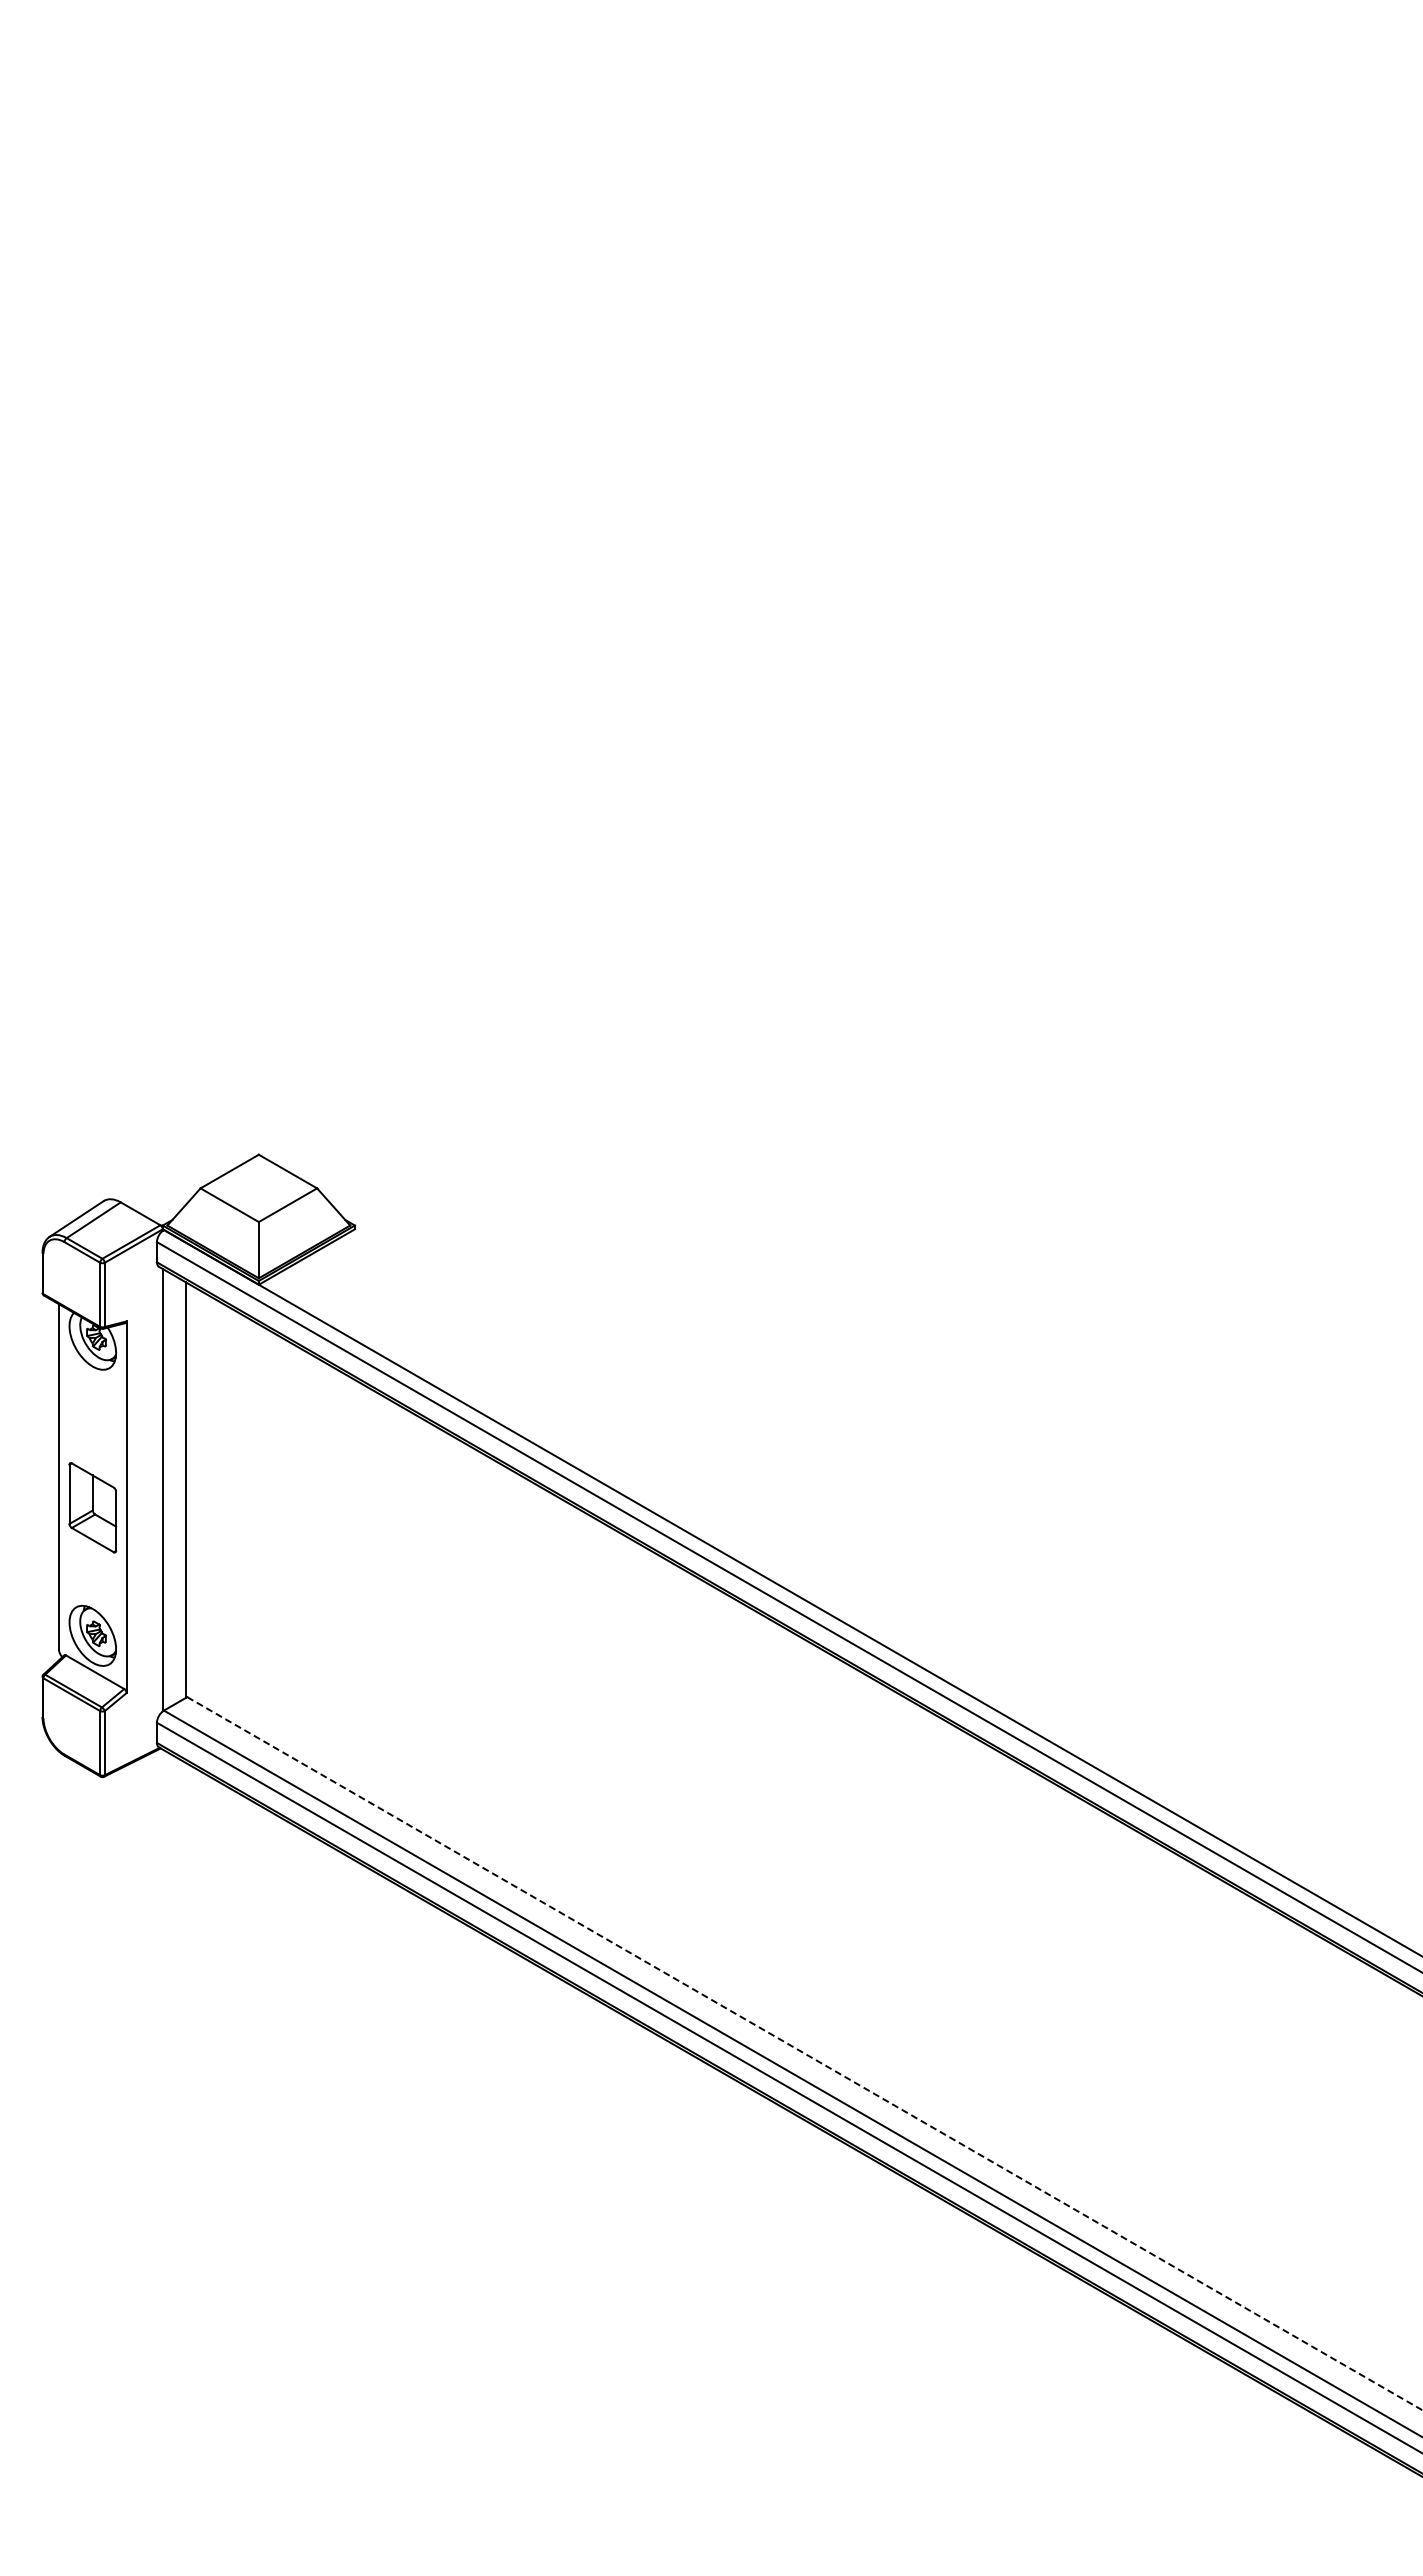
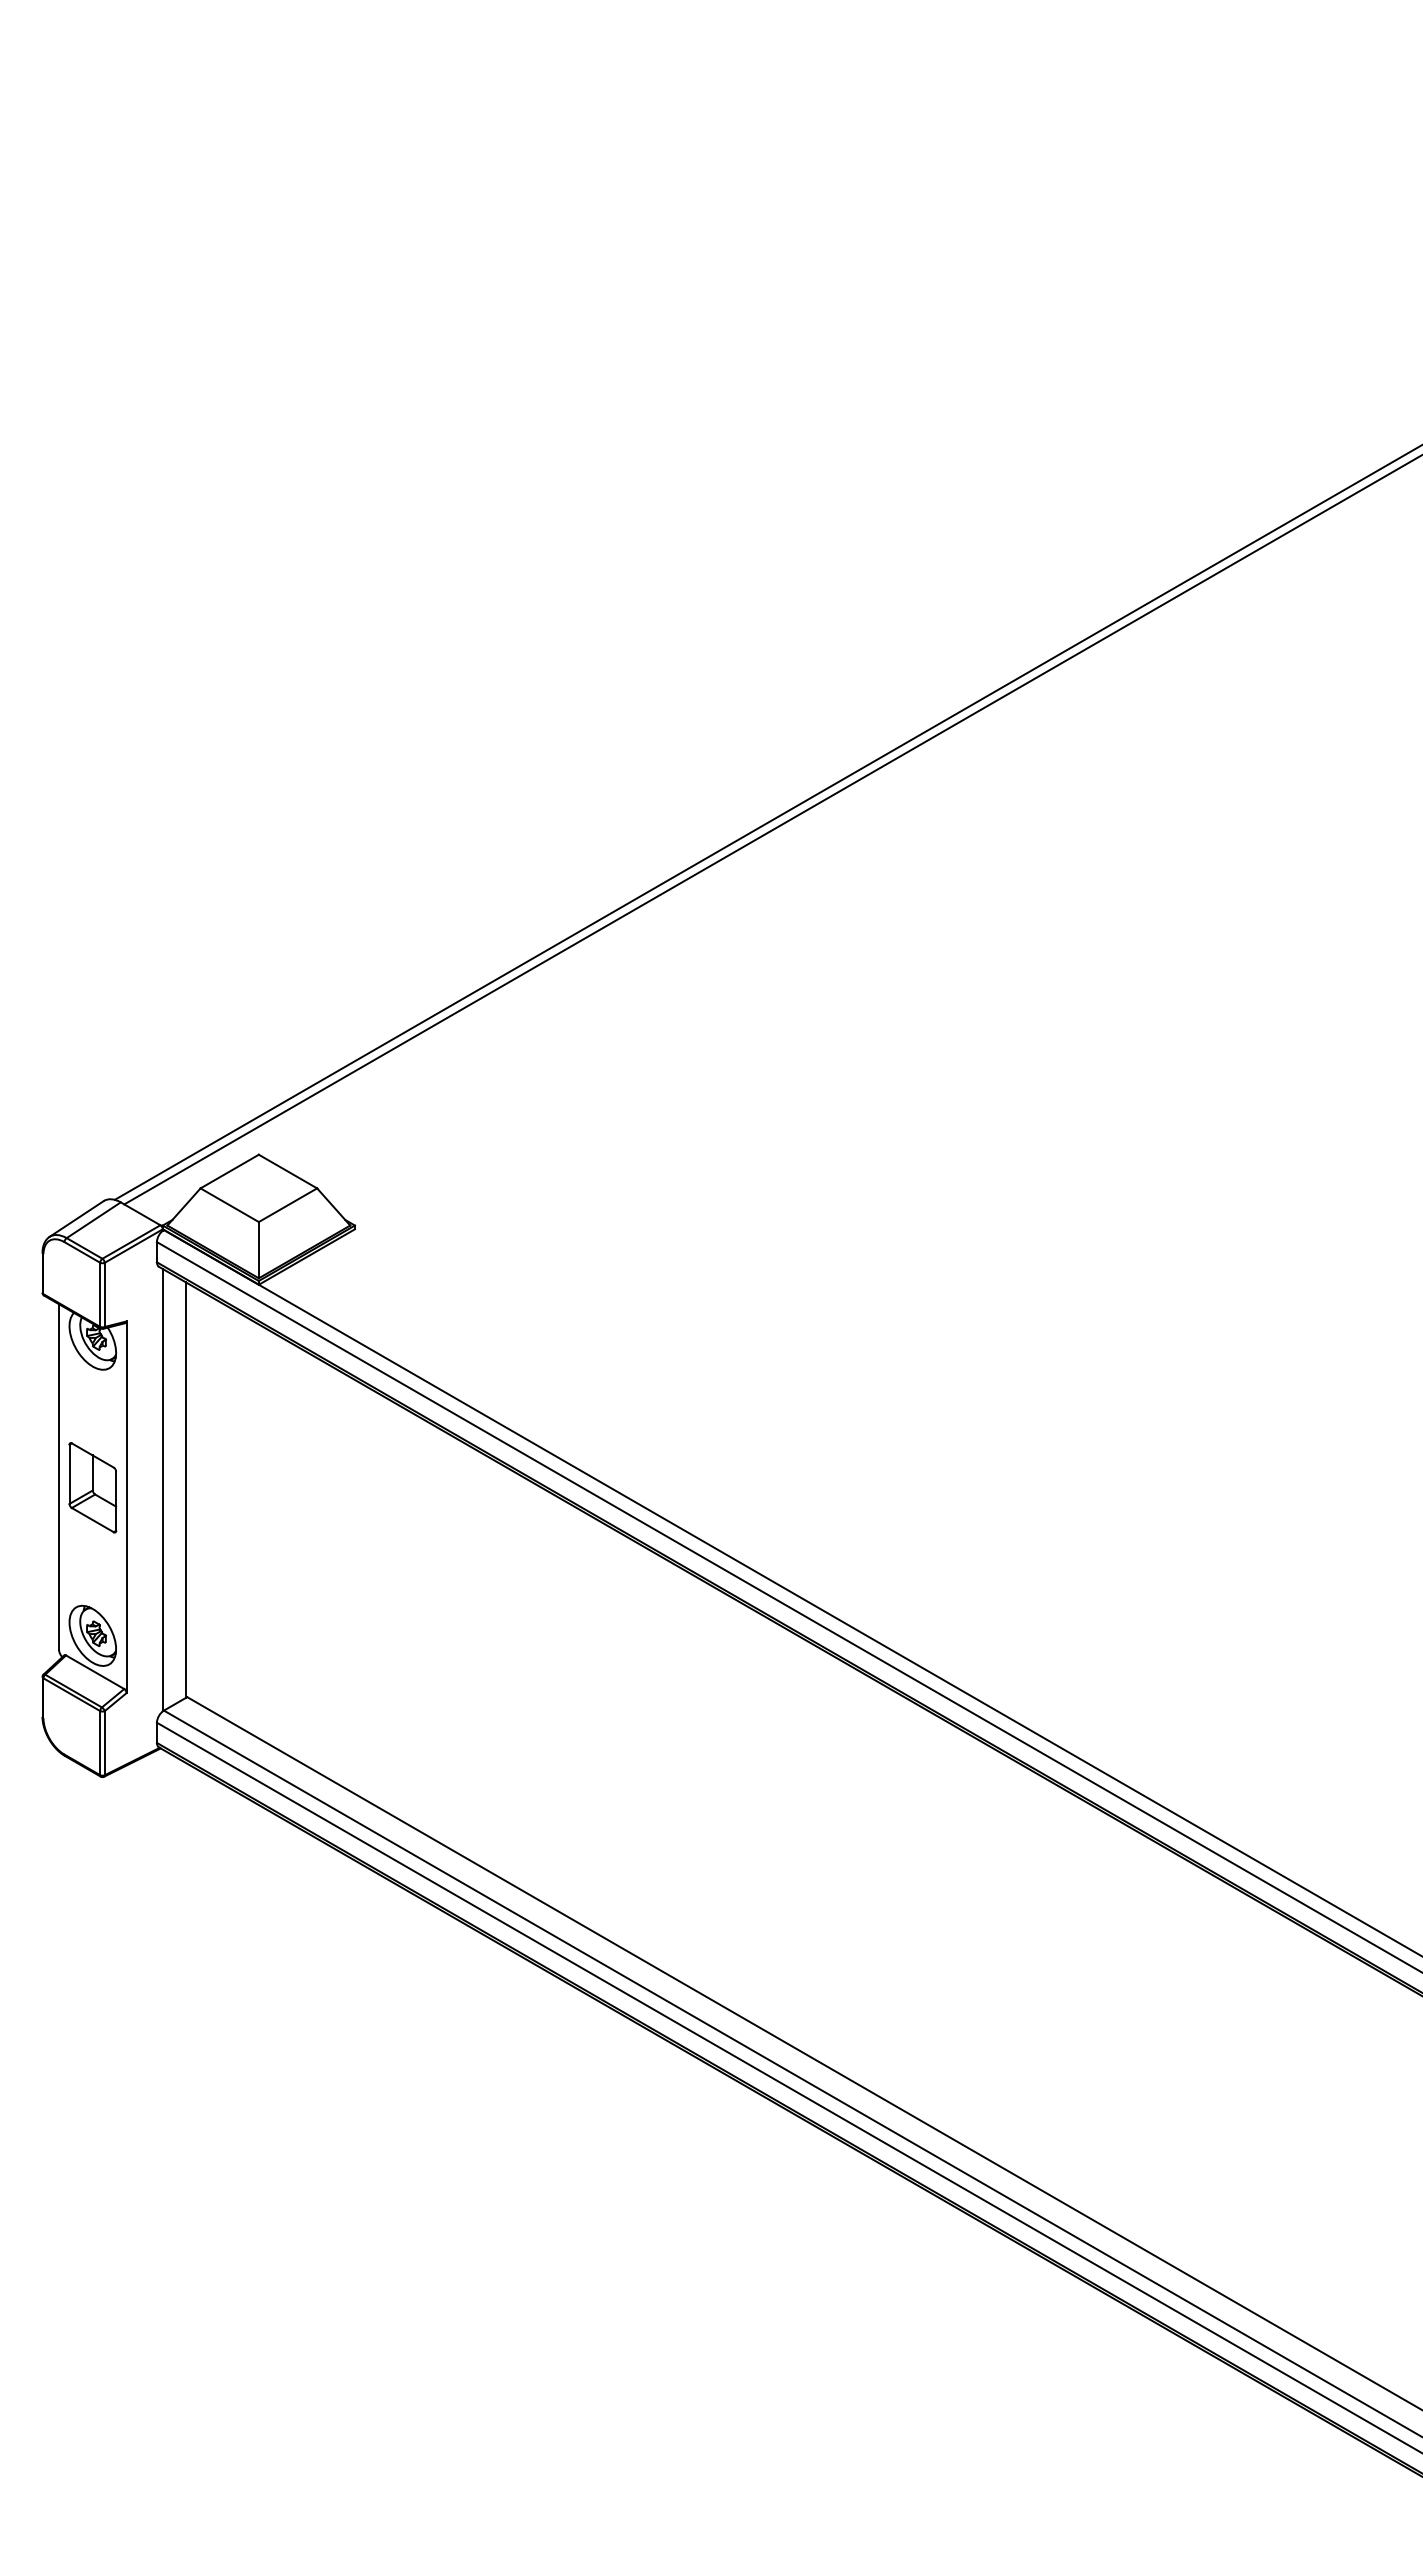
line at (766, 822): none -> present
line at (771, 830): none -> present
part at (92, 1507) position: (92, 1507) -> (92, 1487)
line at (805, 2054): dashed -> solid
